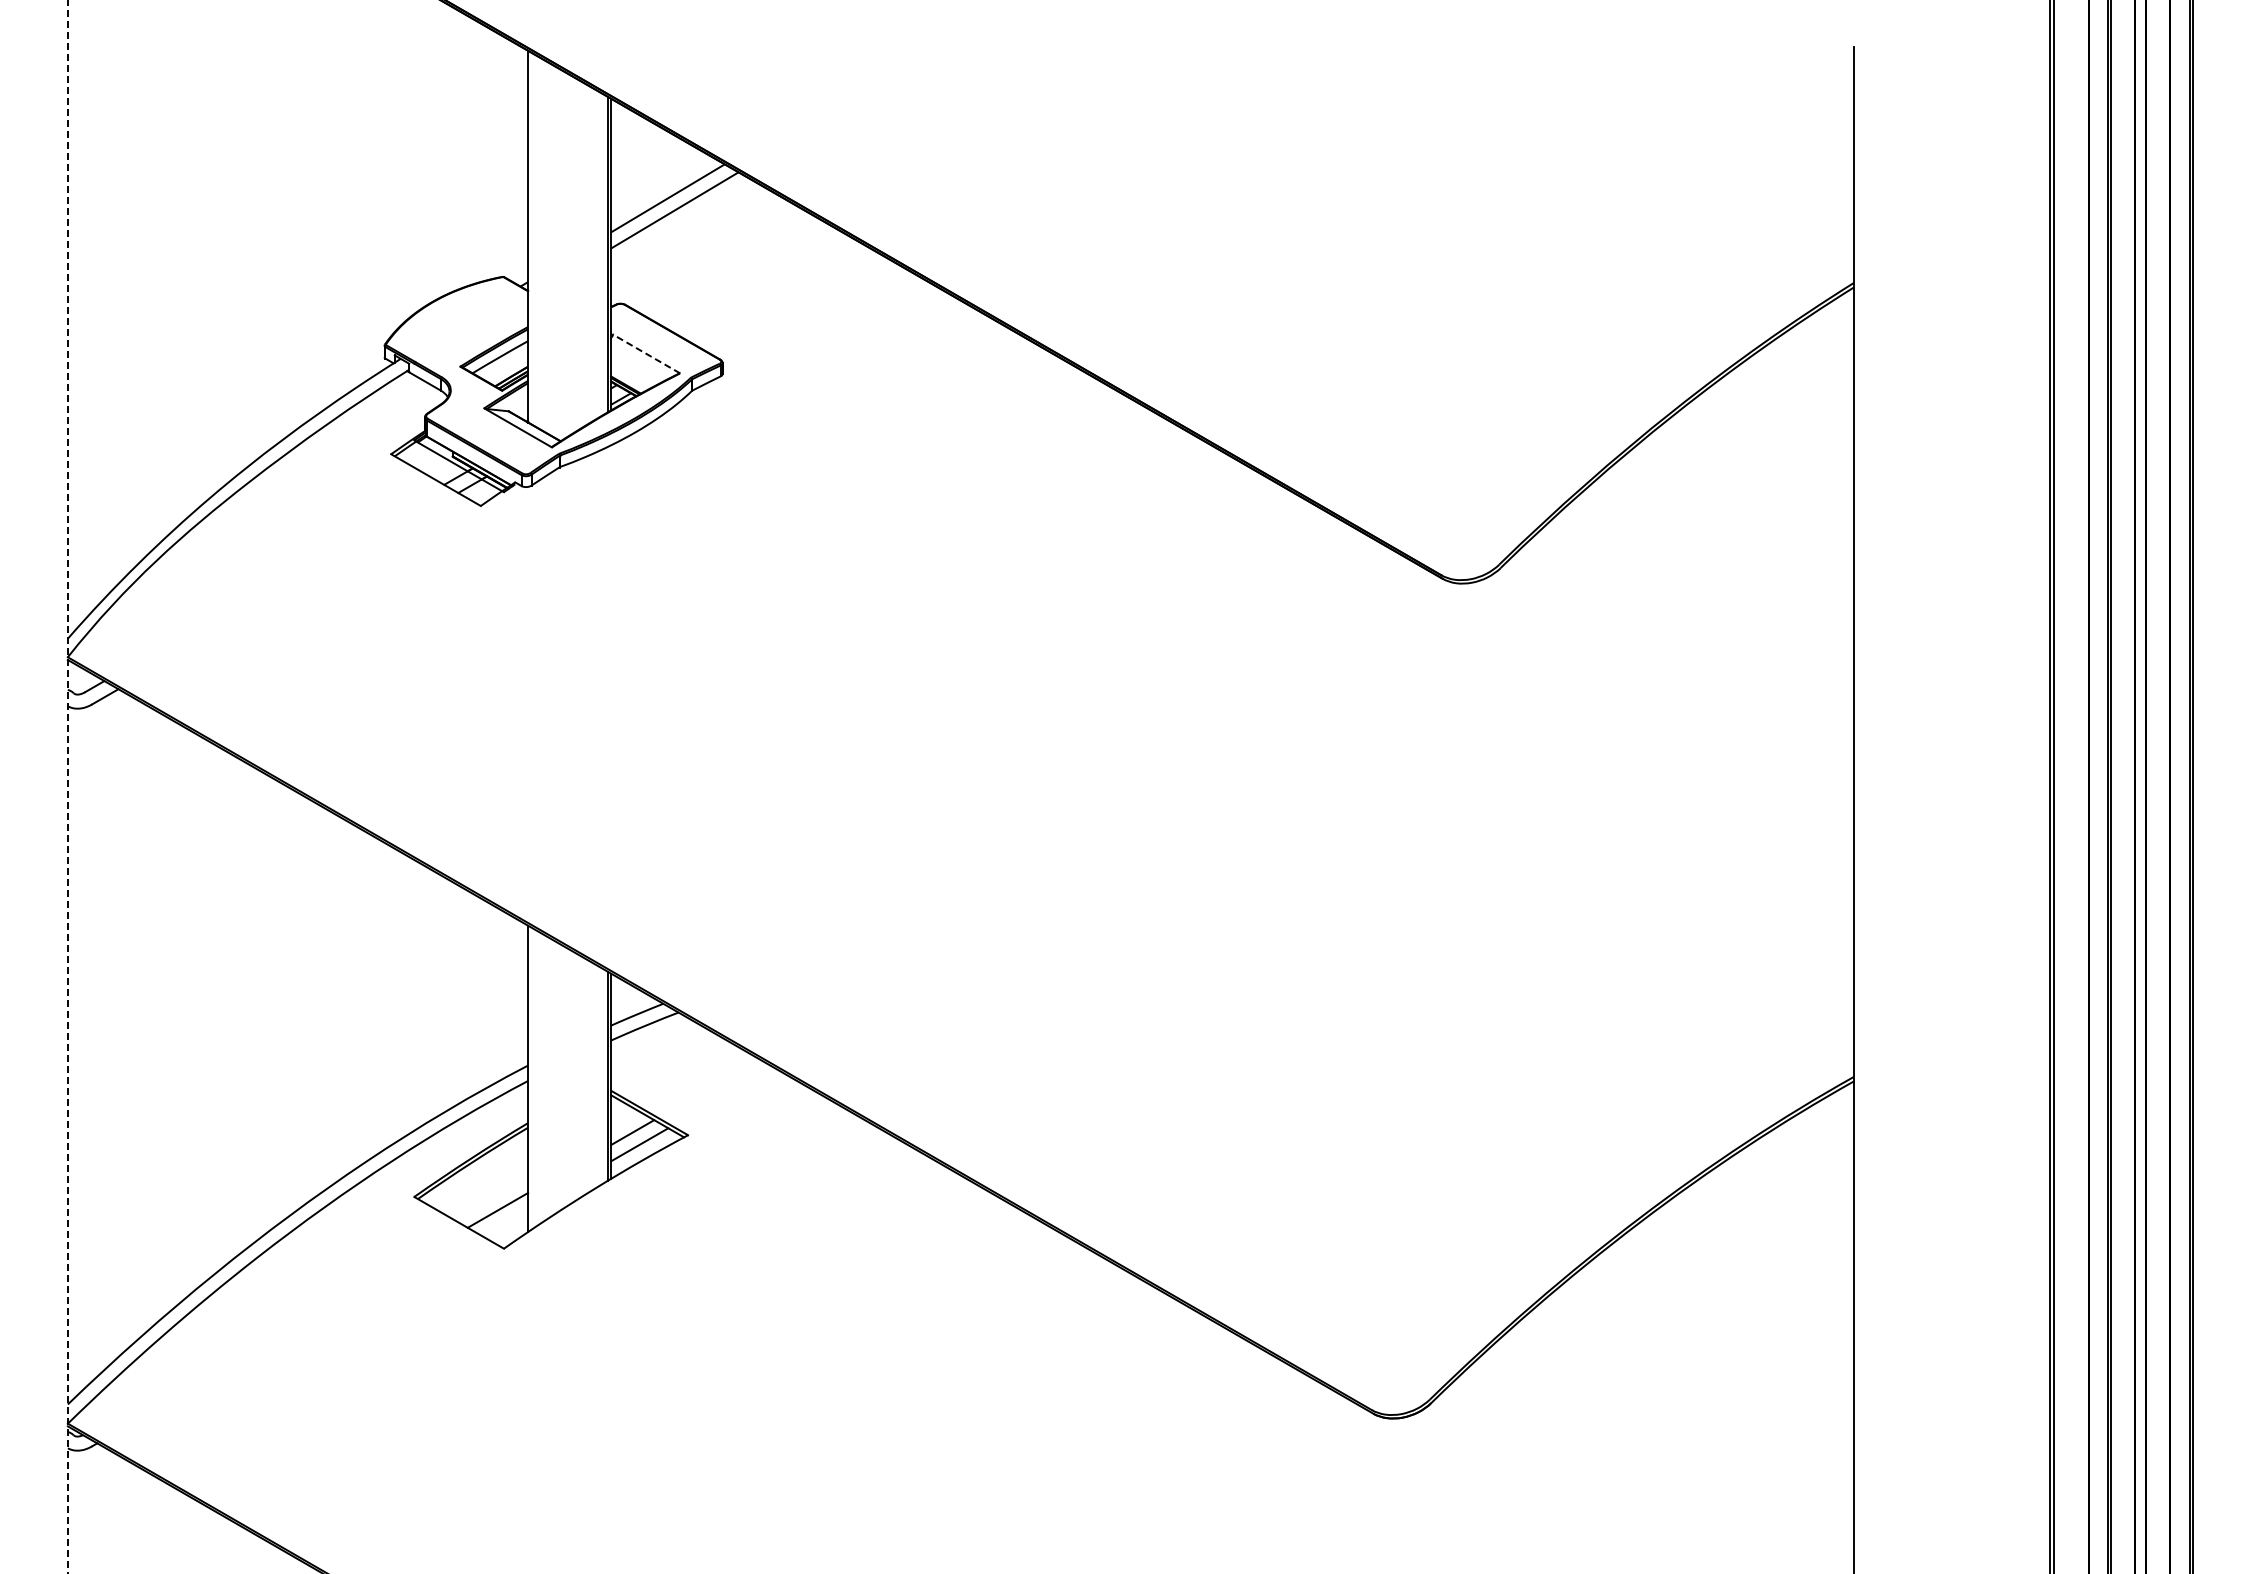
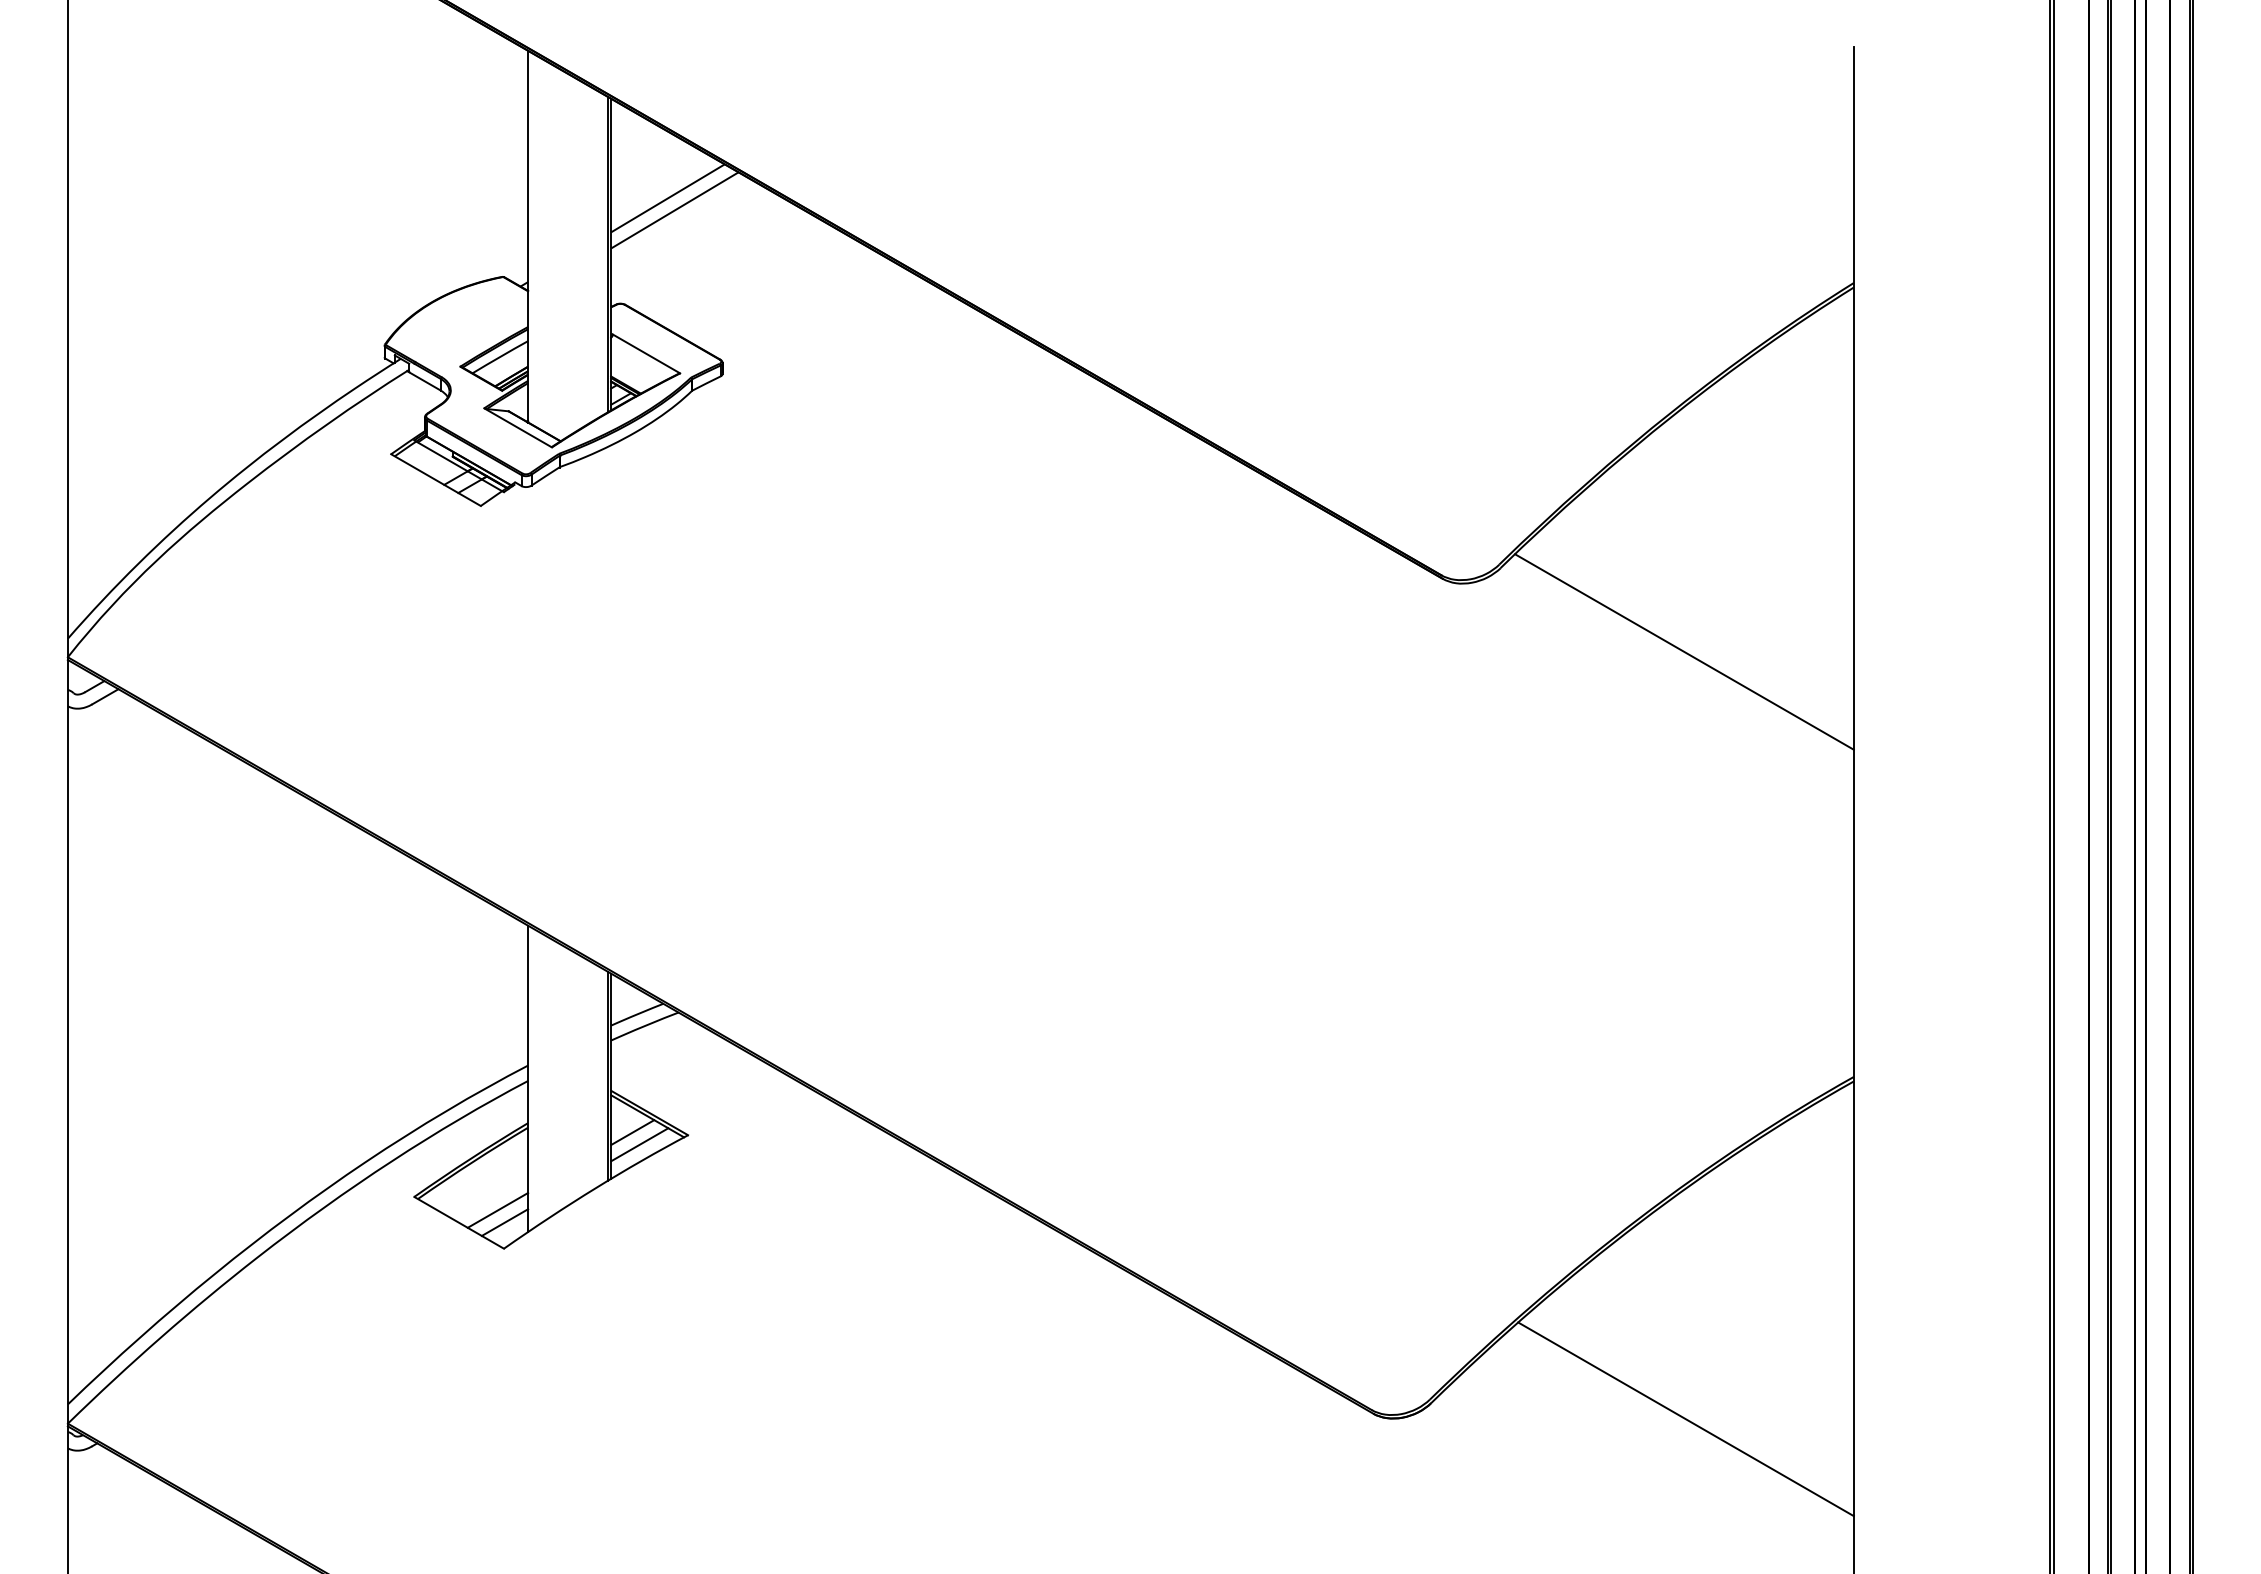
line at (645, 353): dashed -> solid
line at (1684, 651): none -> present
line at (67, 786): dashed -> solid
line at (504, 1222): none -> present
line at (1685, 1419): none -> present
